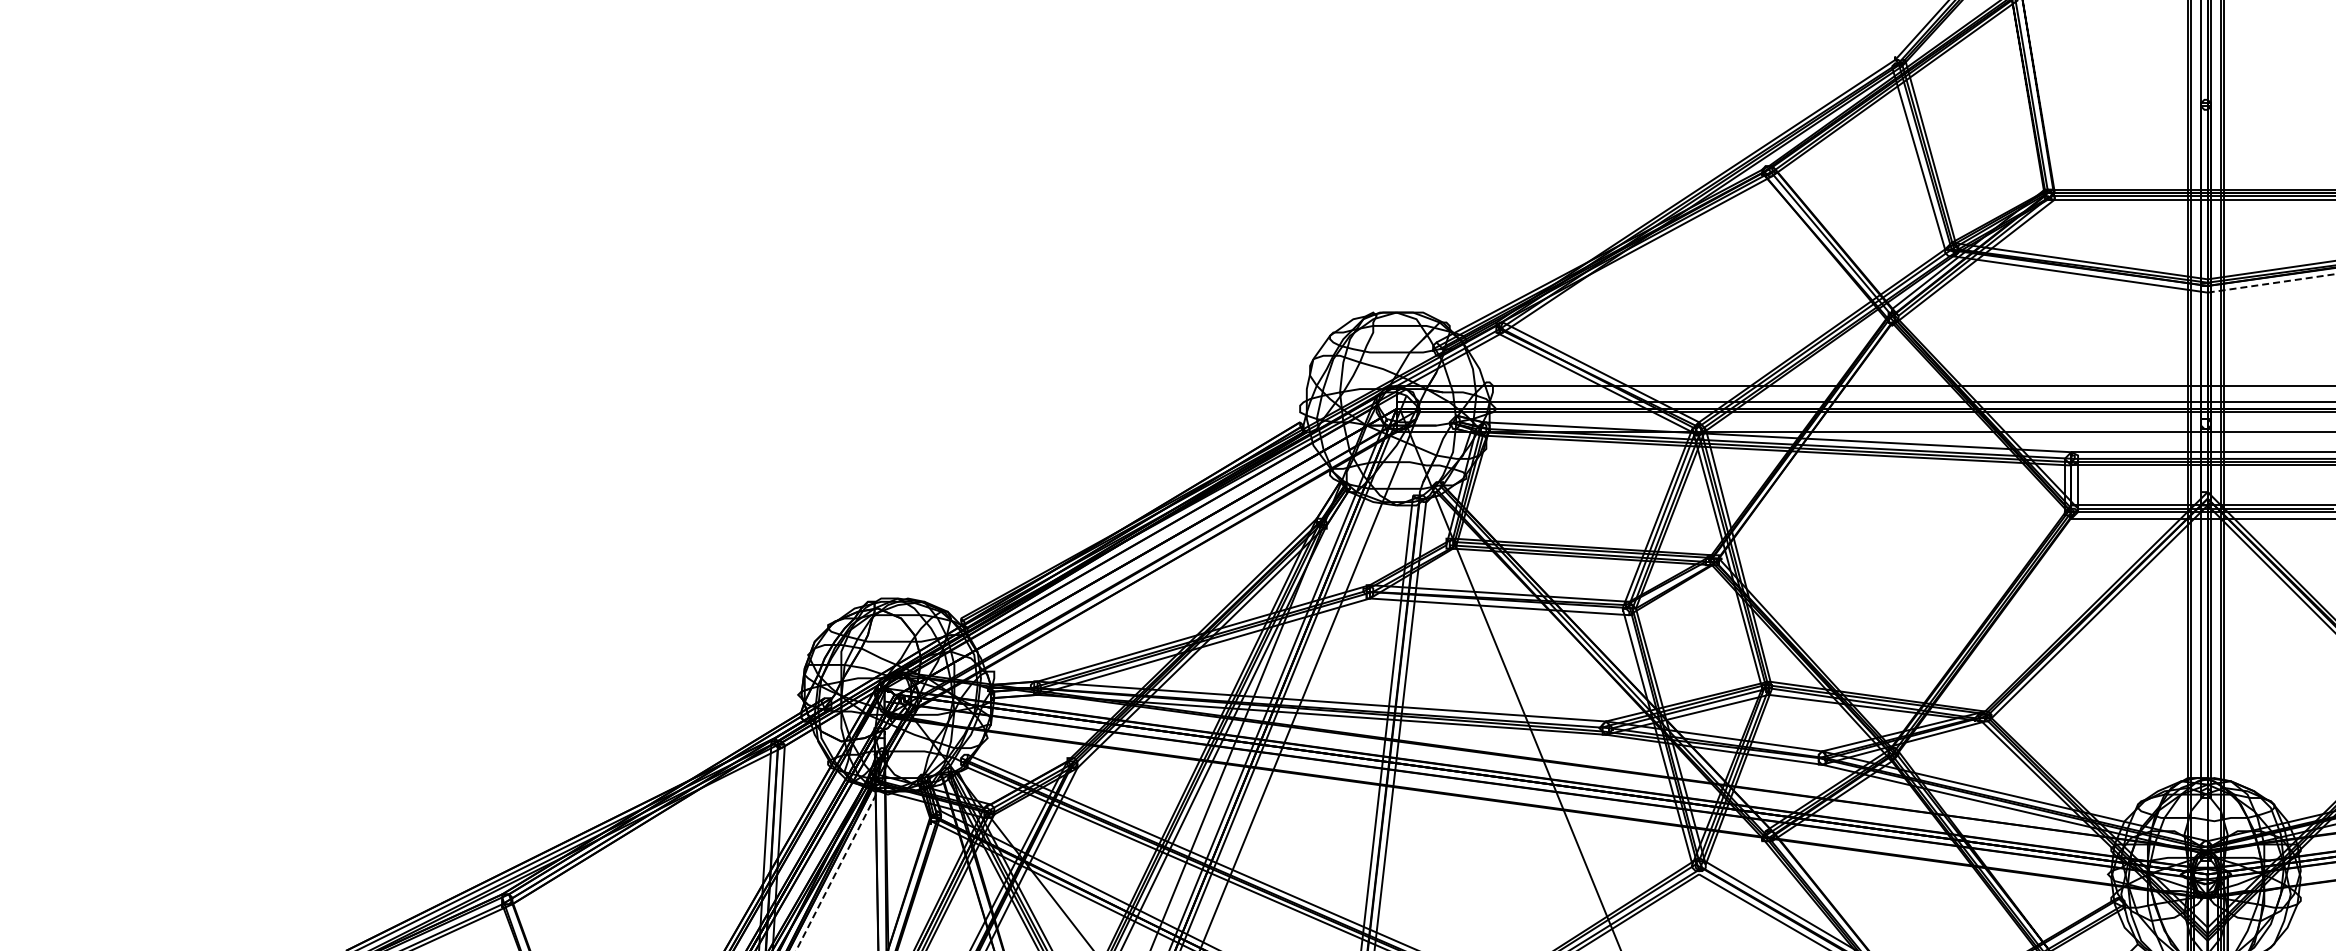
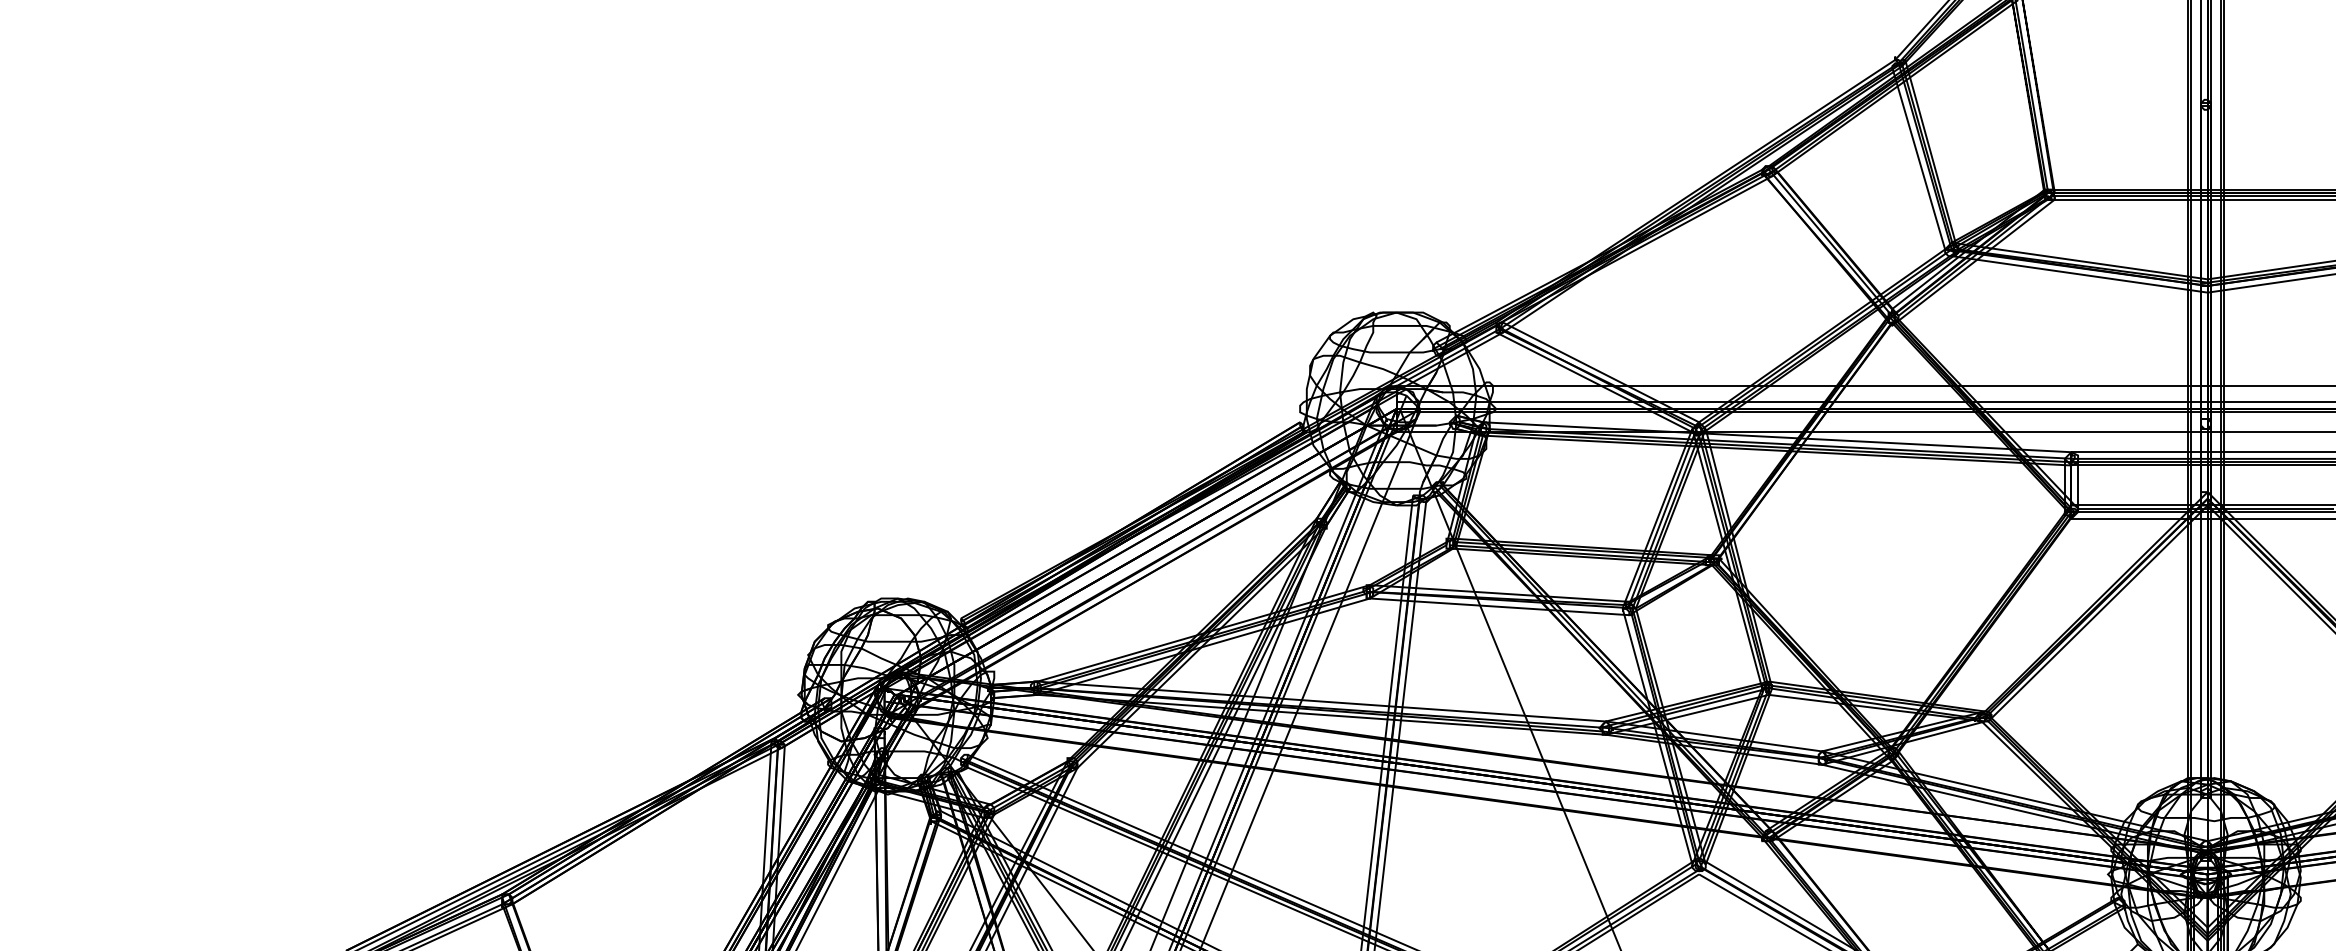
line at (2271, 283): dashed -> solid
line at (838, 868): dashed -> solid
